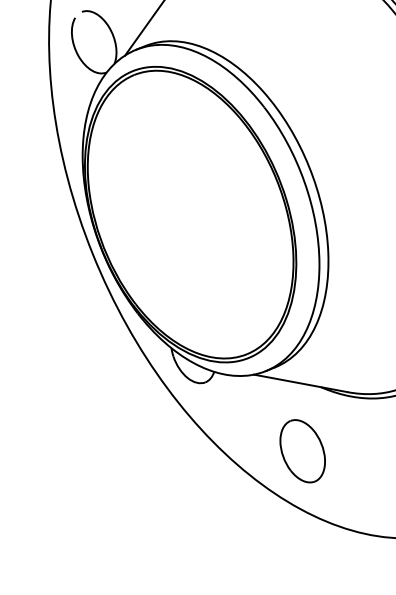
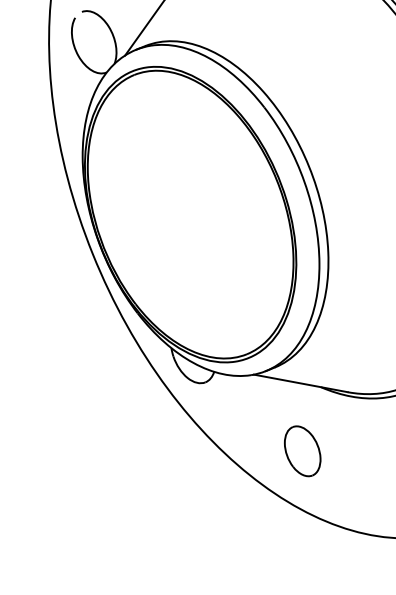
part at (302, 451) size: 47x65 px -> 38x53 px
